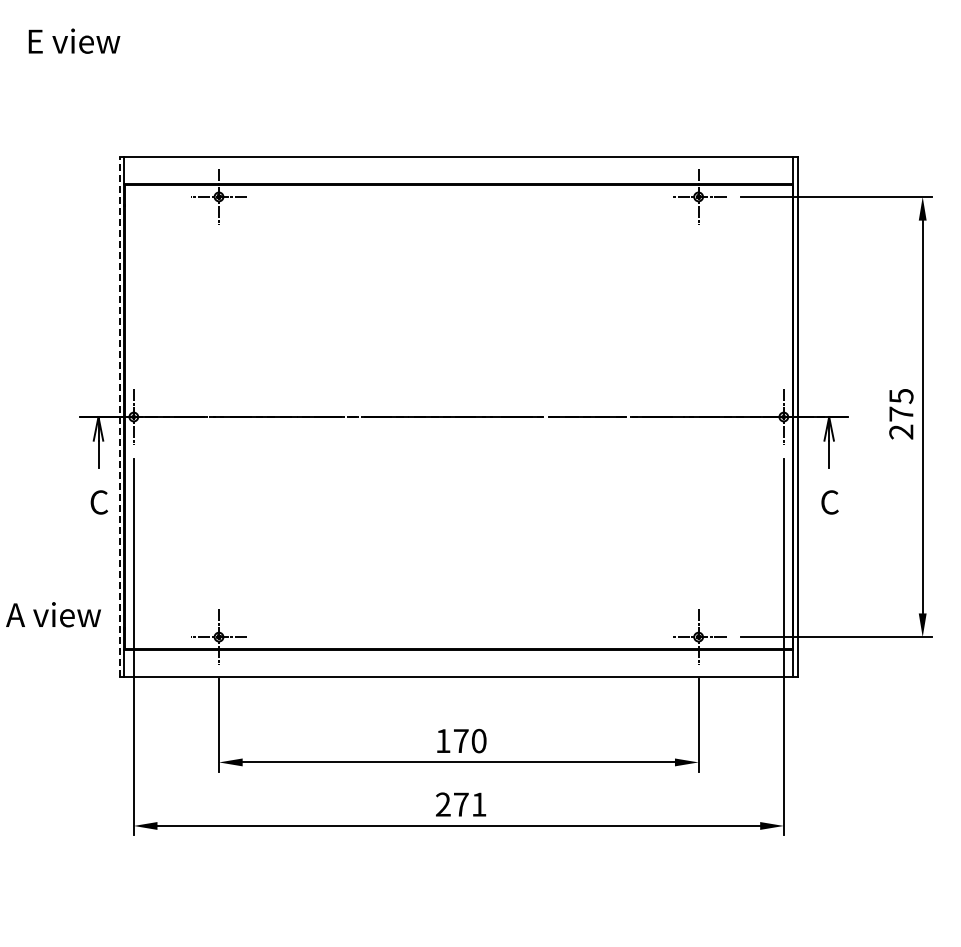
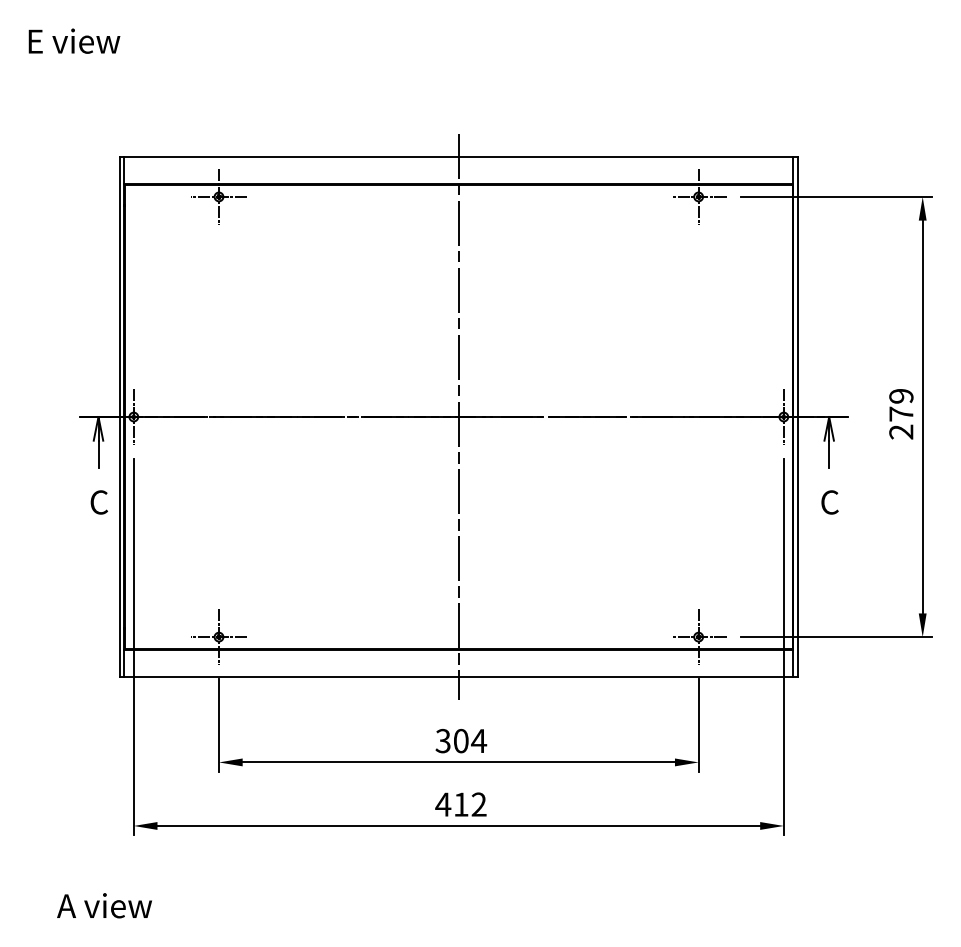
text at (901, 396): 275 -> 279
line at (119, 416): dashed -> solid
line at (458, 416): none -> present
text at (53, 614) position: (53, 614) -> (104, 905)
text at (461, 740): 170 -> 304
text at (460, 804): 271 -> 412
